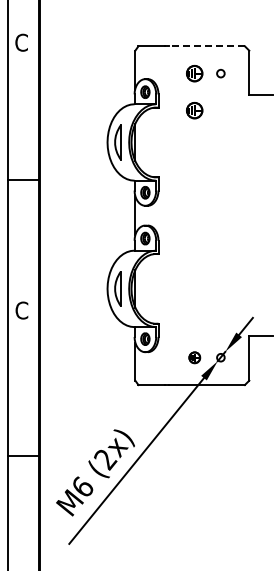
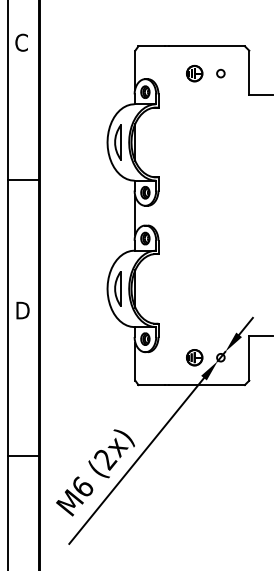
line at (206, 46): dashed -> solid
part at (194, 110): present -> none
text at (22, 310): C -> D
part at (194, 357) size: 14x14 px -> 18x18 px
